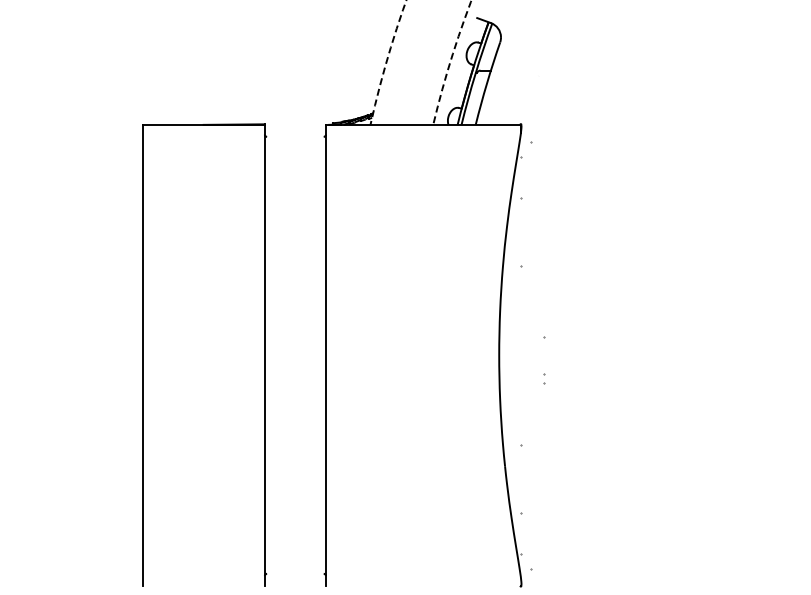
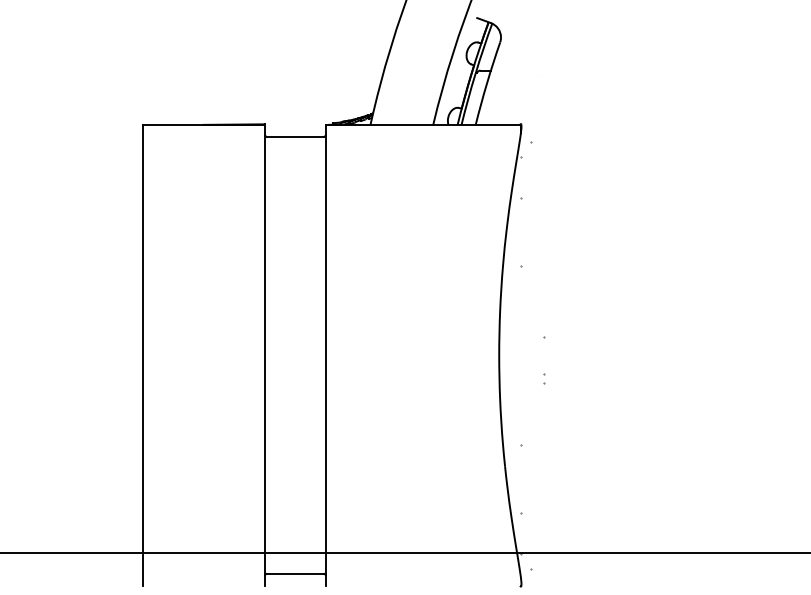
arc at (450, 61): dashed -> solid
arc at (386, 62): dashed -> solid
line at (295, 136): none -> present
line at (404, 552): none -> present
line at (295, 573): none -> present
